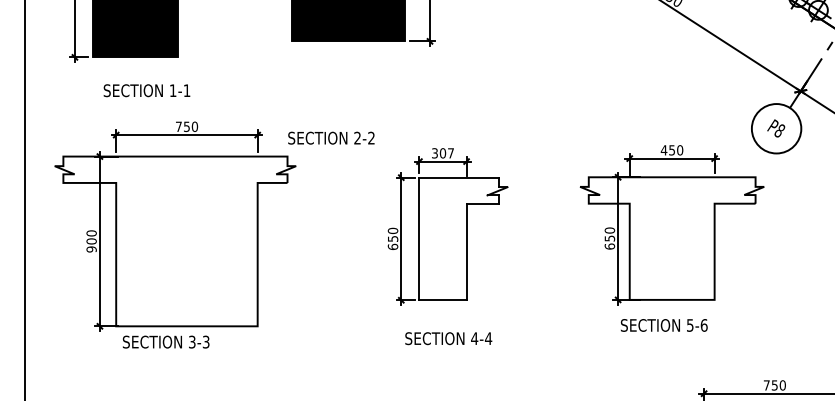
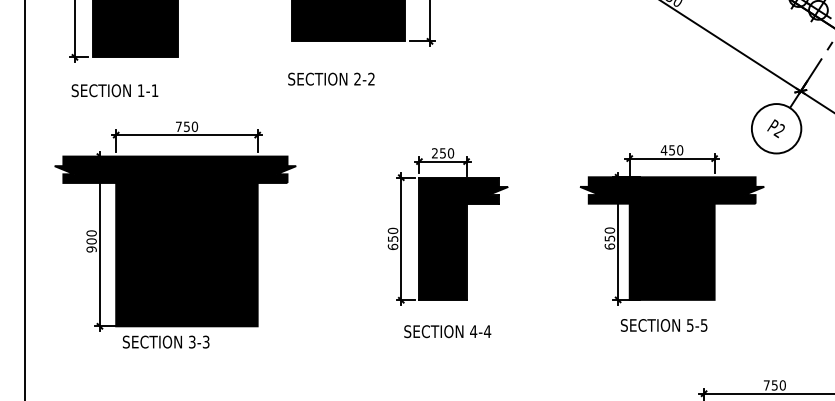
text at (146, 90) position: (146, 90) -> (114, 90)
text at (779, 131): P8 -> P2
text at (331, 137) position: (331, 137) -> (331, 78)
text at (443, 153): 307 -> 250
fill at (463, 238): none -> present
fill at (672, 238): none -> present
fill at (175, 241): none -> present
text at (703, 325): 5-6 -> 5-5
text at (448, 338) position: (448, 338) -> (447, 331)
